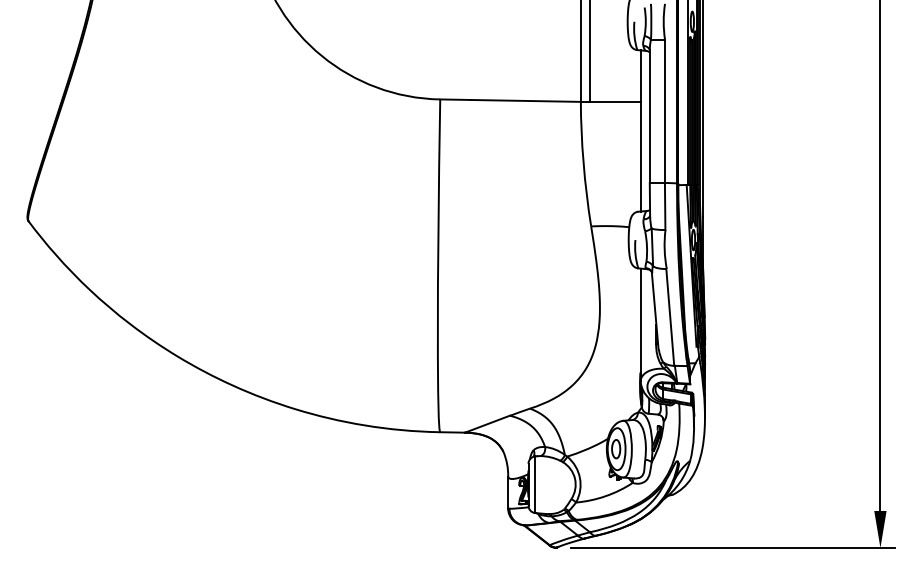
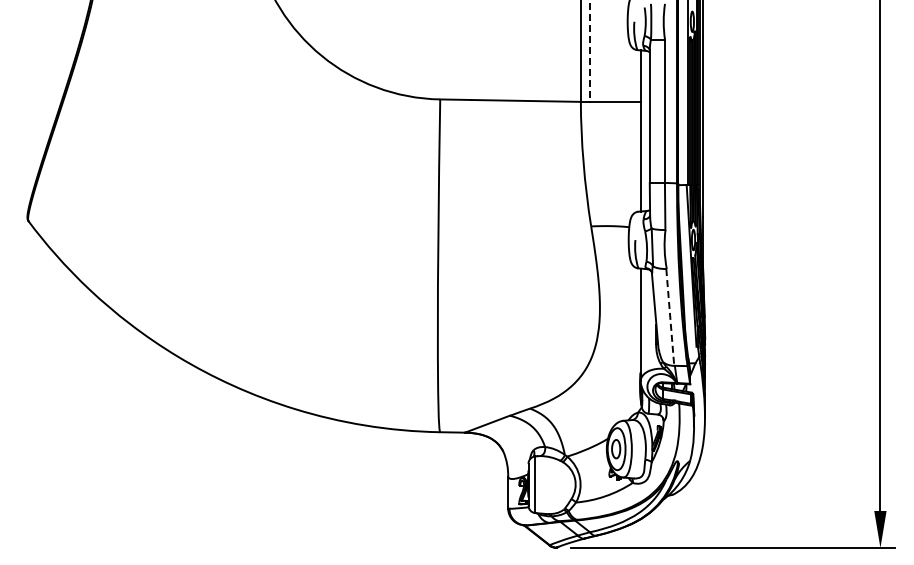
line at (589, 50): solid -> dashed
line at (670, 317): solid -> dashed
